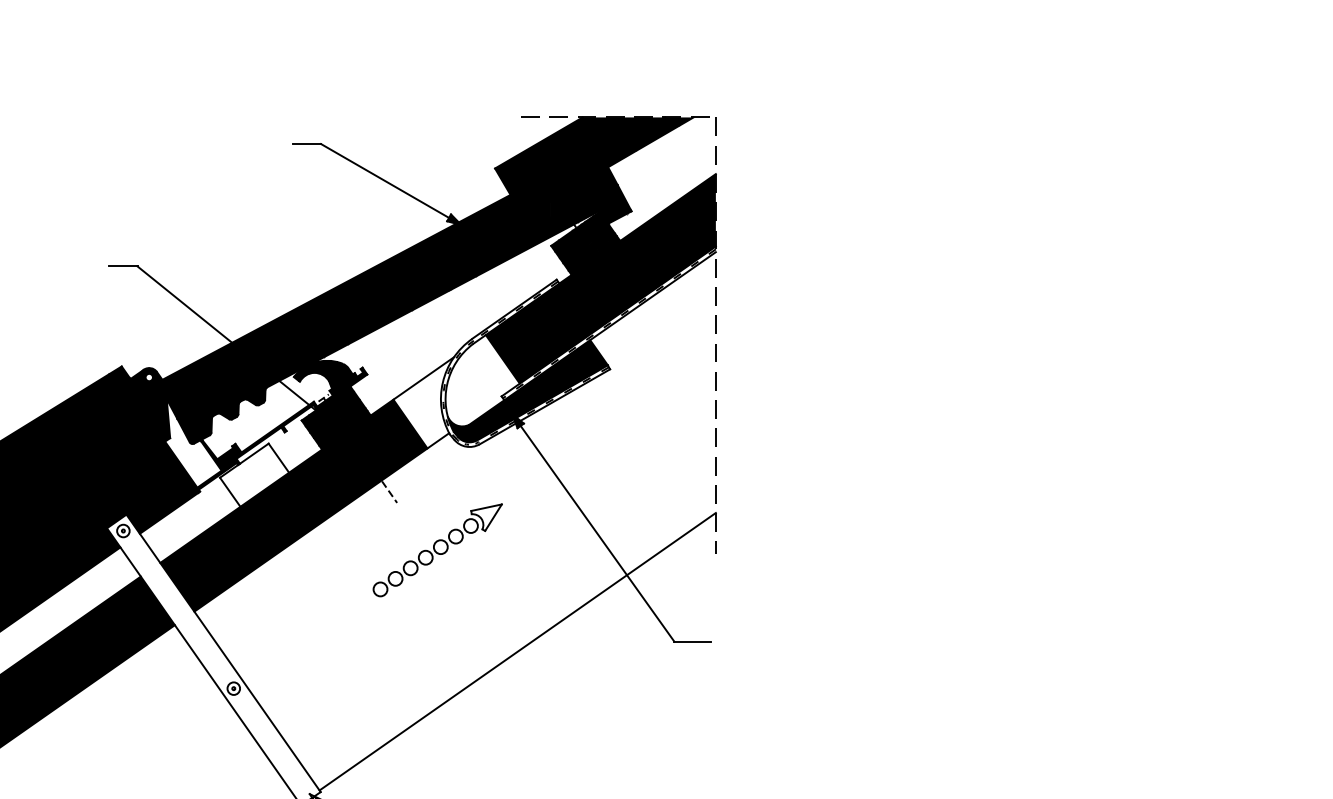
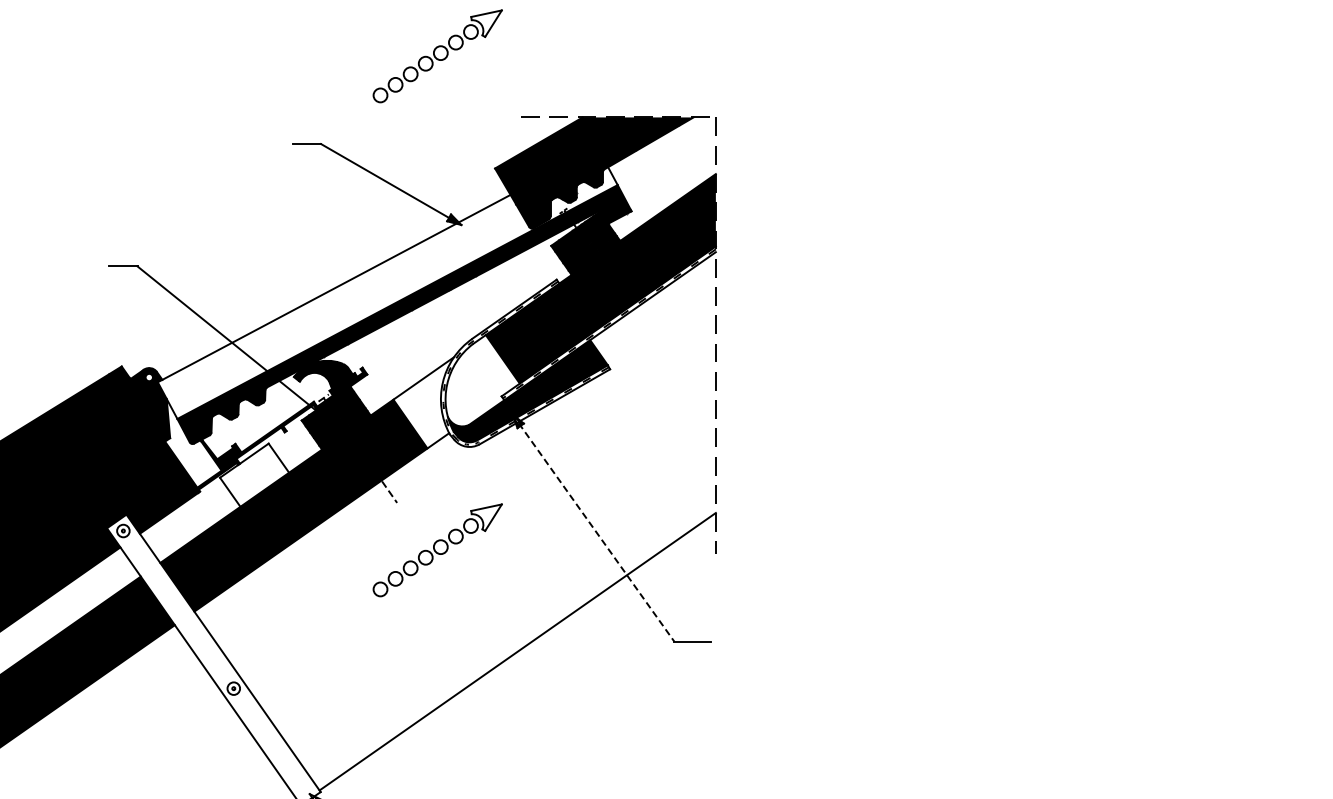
part at (437, 56): none -> present
fill at (387, 292): present -> none
line at (593, 528): solid -> dashed
